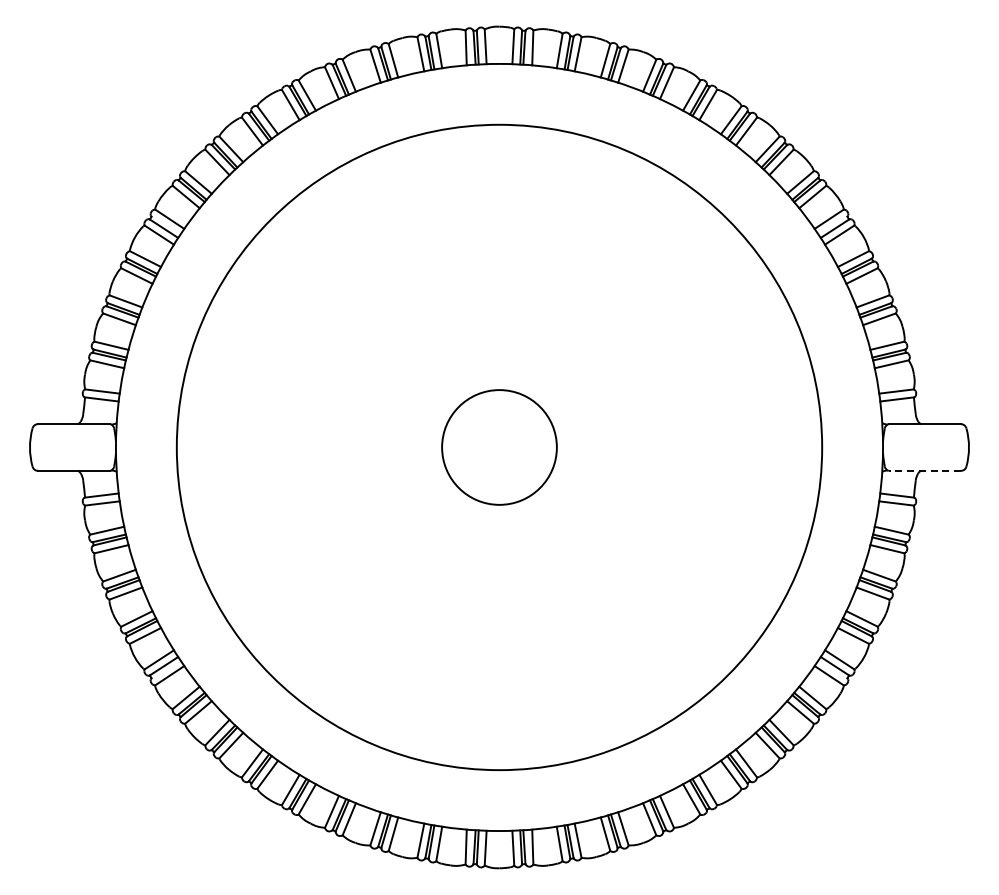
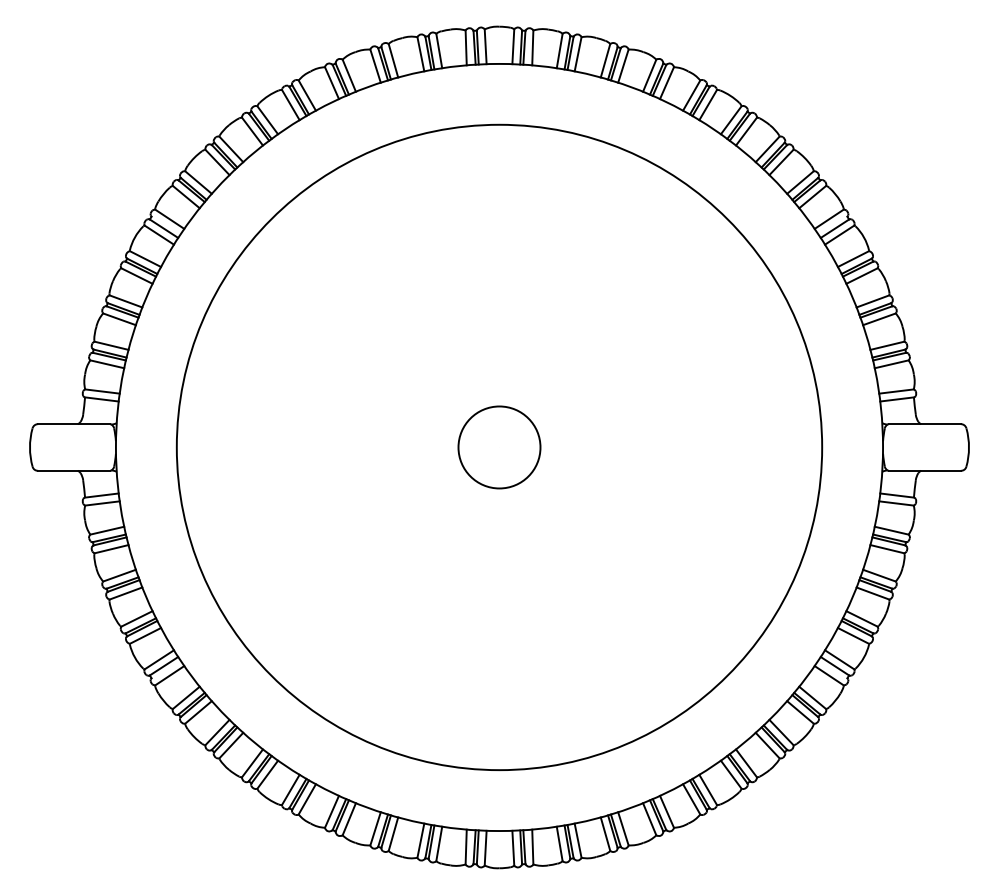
circle at (499, 447) diameter: 115 px -> 82 px
line at (924, 470): dashed -> solid
